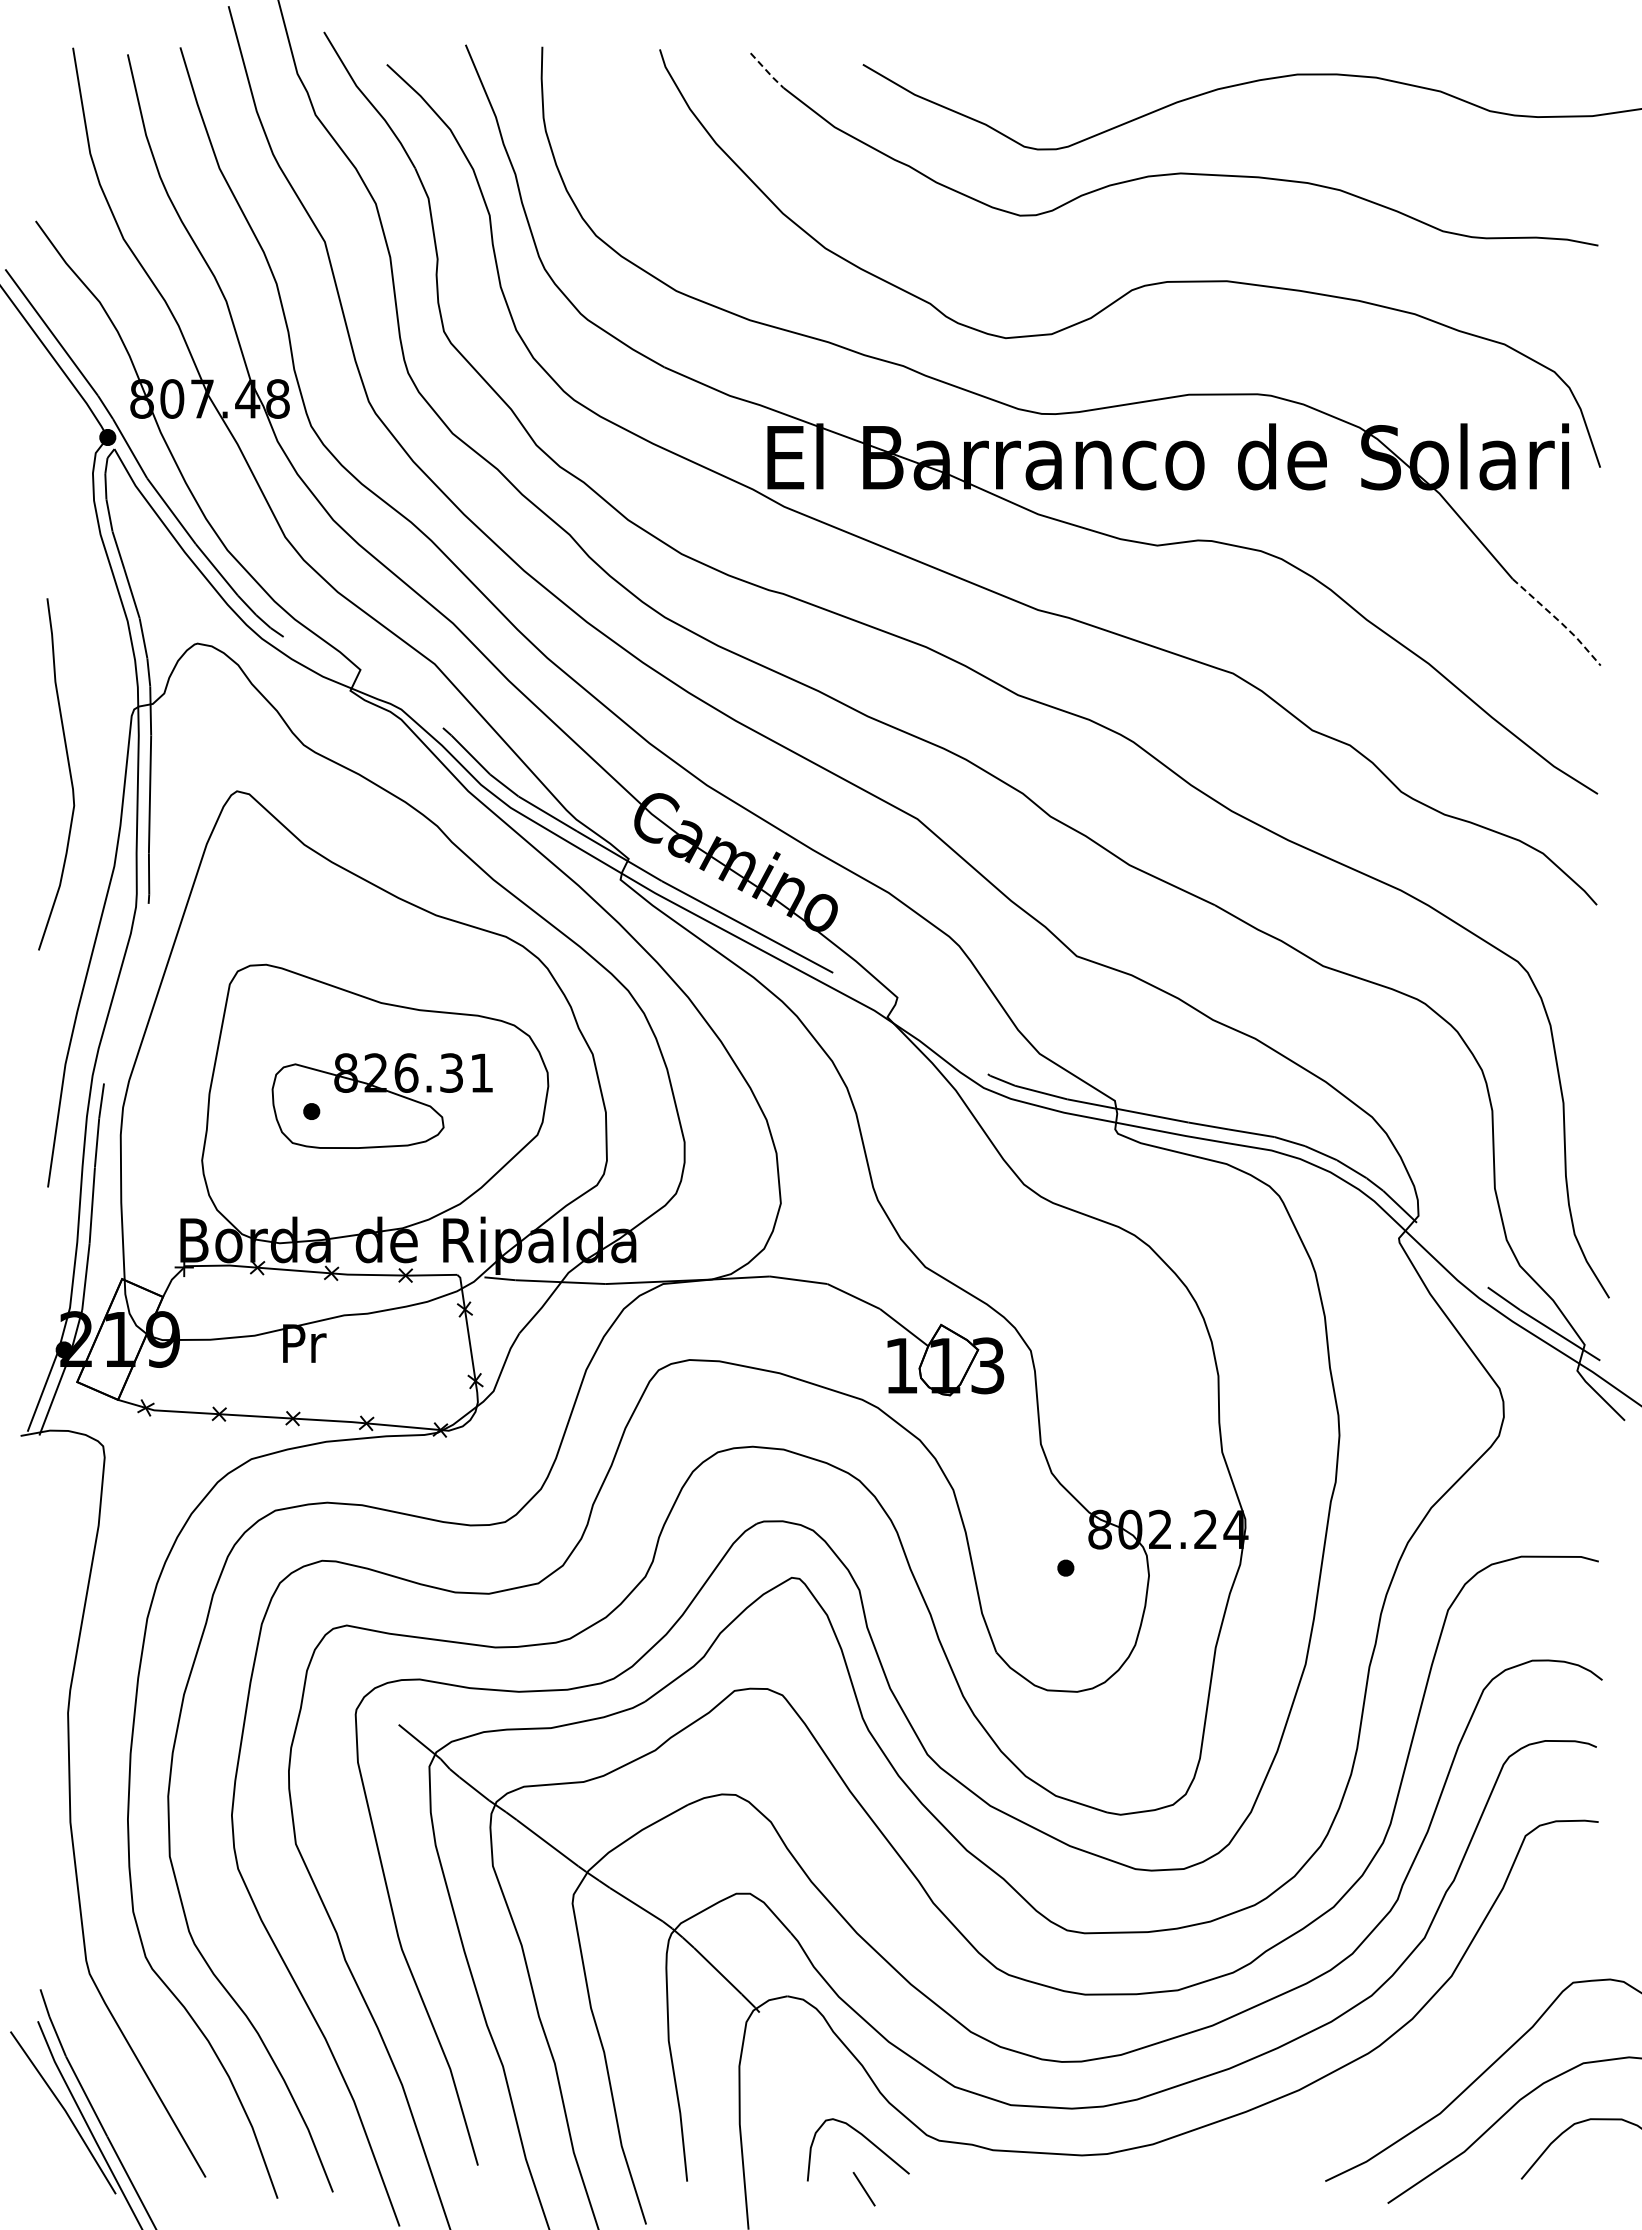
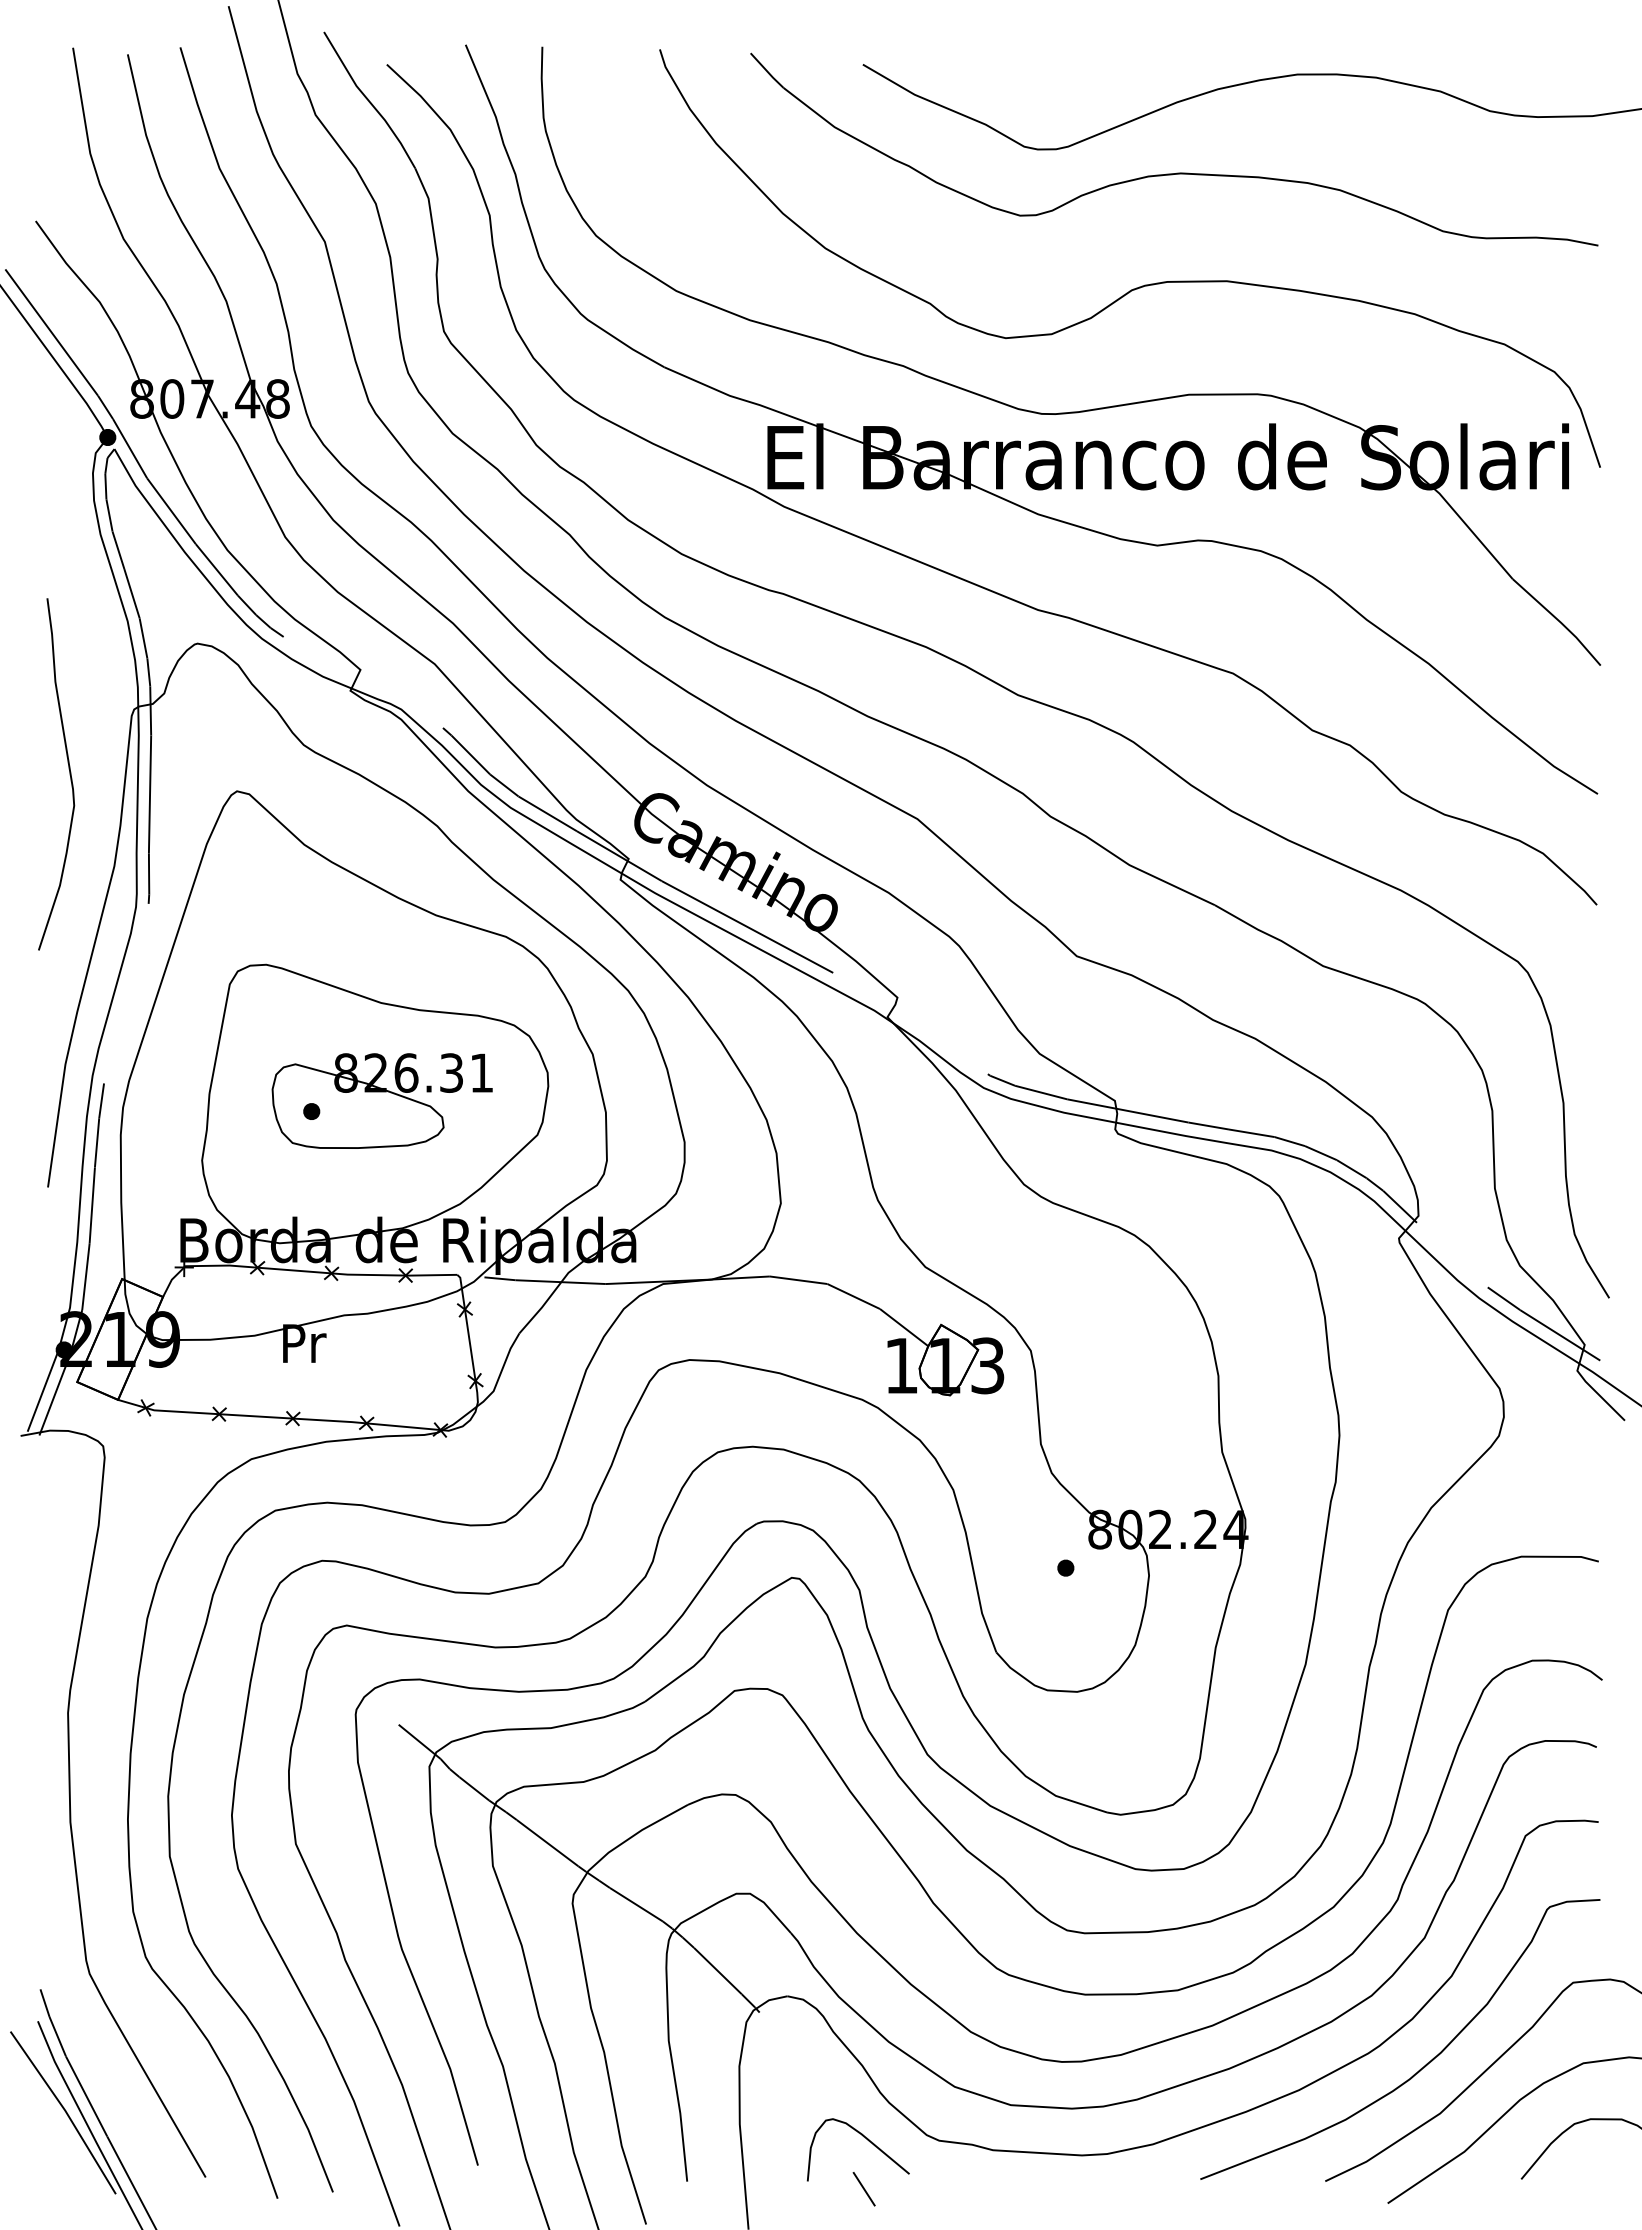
line at (767, 71): dashed -> solid
line at (1559, 621): dashed -> solid
curve at (1420, 2068): none -> present
